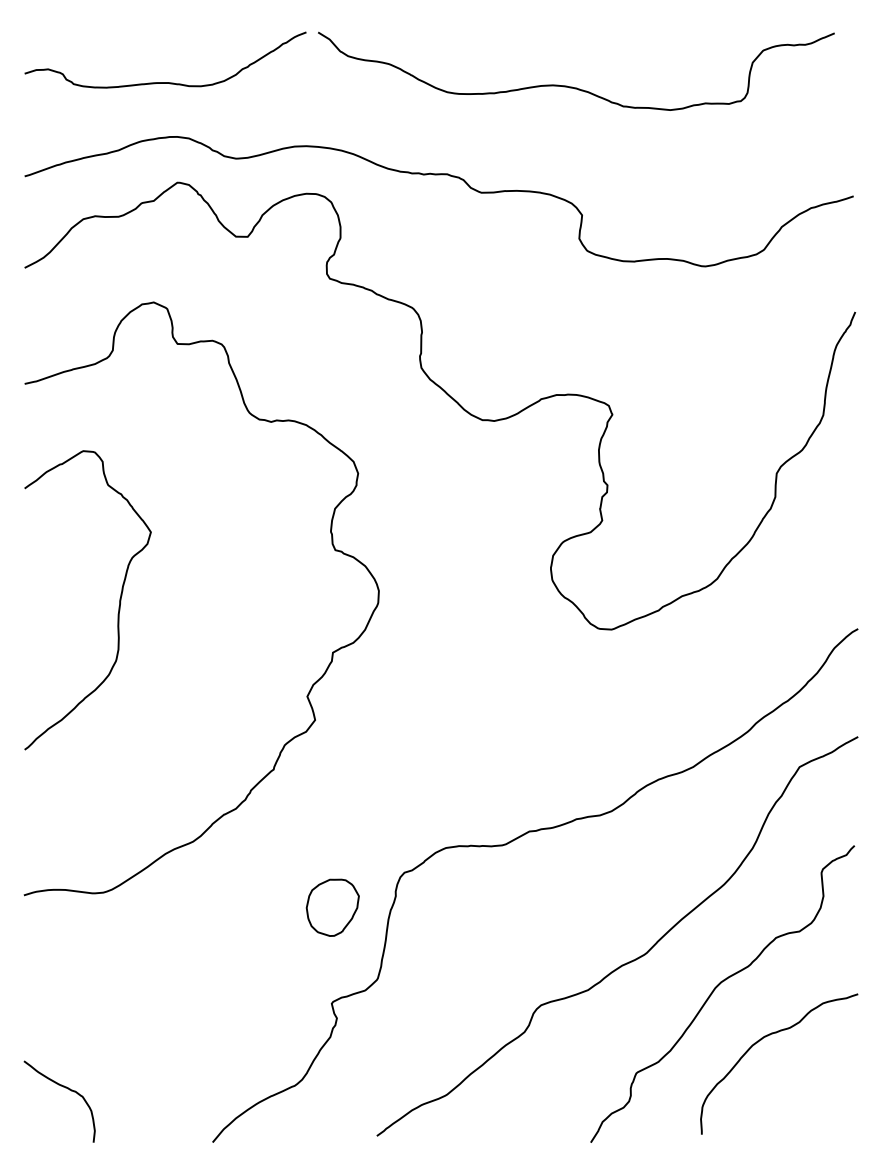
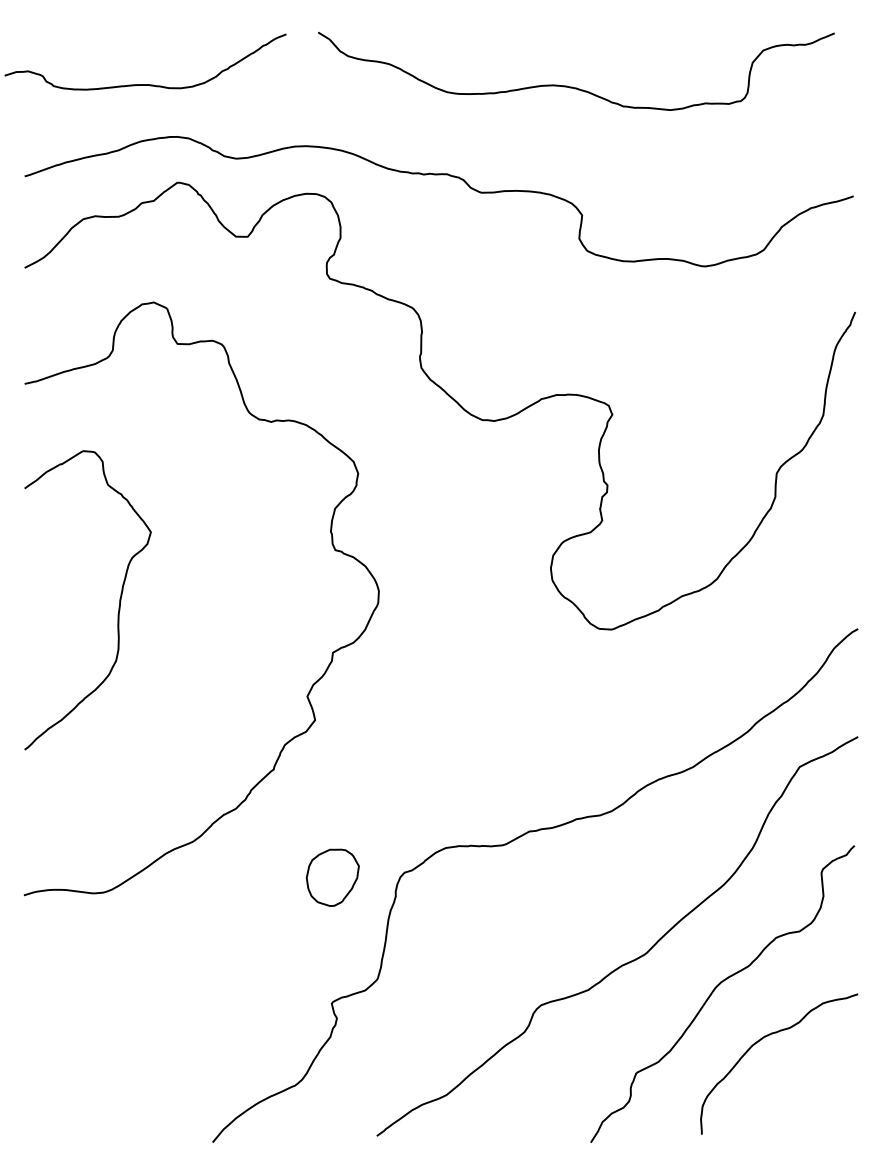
curve at (165, 82) position: (165, 82) -> (145, 84)
part at (332, 907) position: (332, 907) -> (332, 877)
curve at (65, 1088): present -> none
